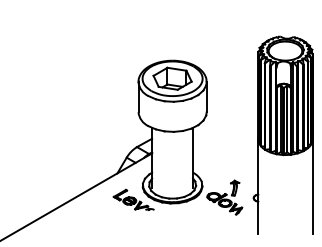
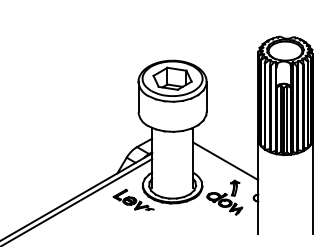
line at (225, 161): none -> present
line at (78, 201): none -> present
